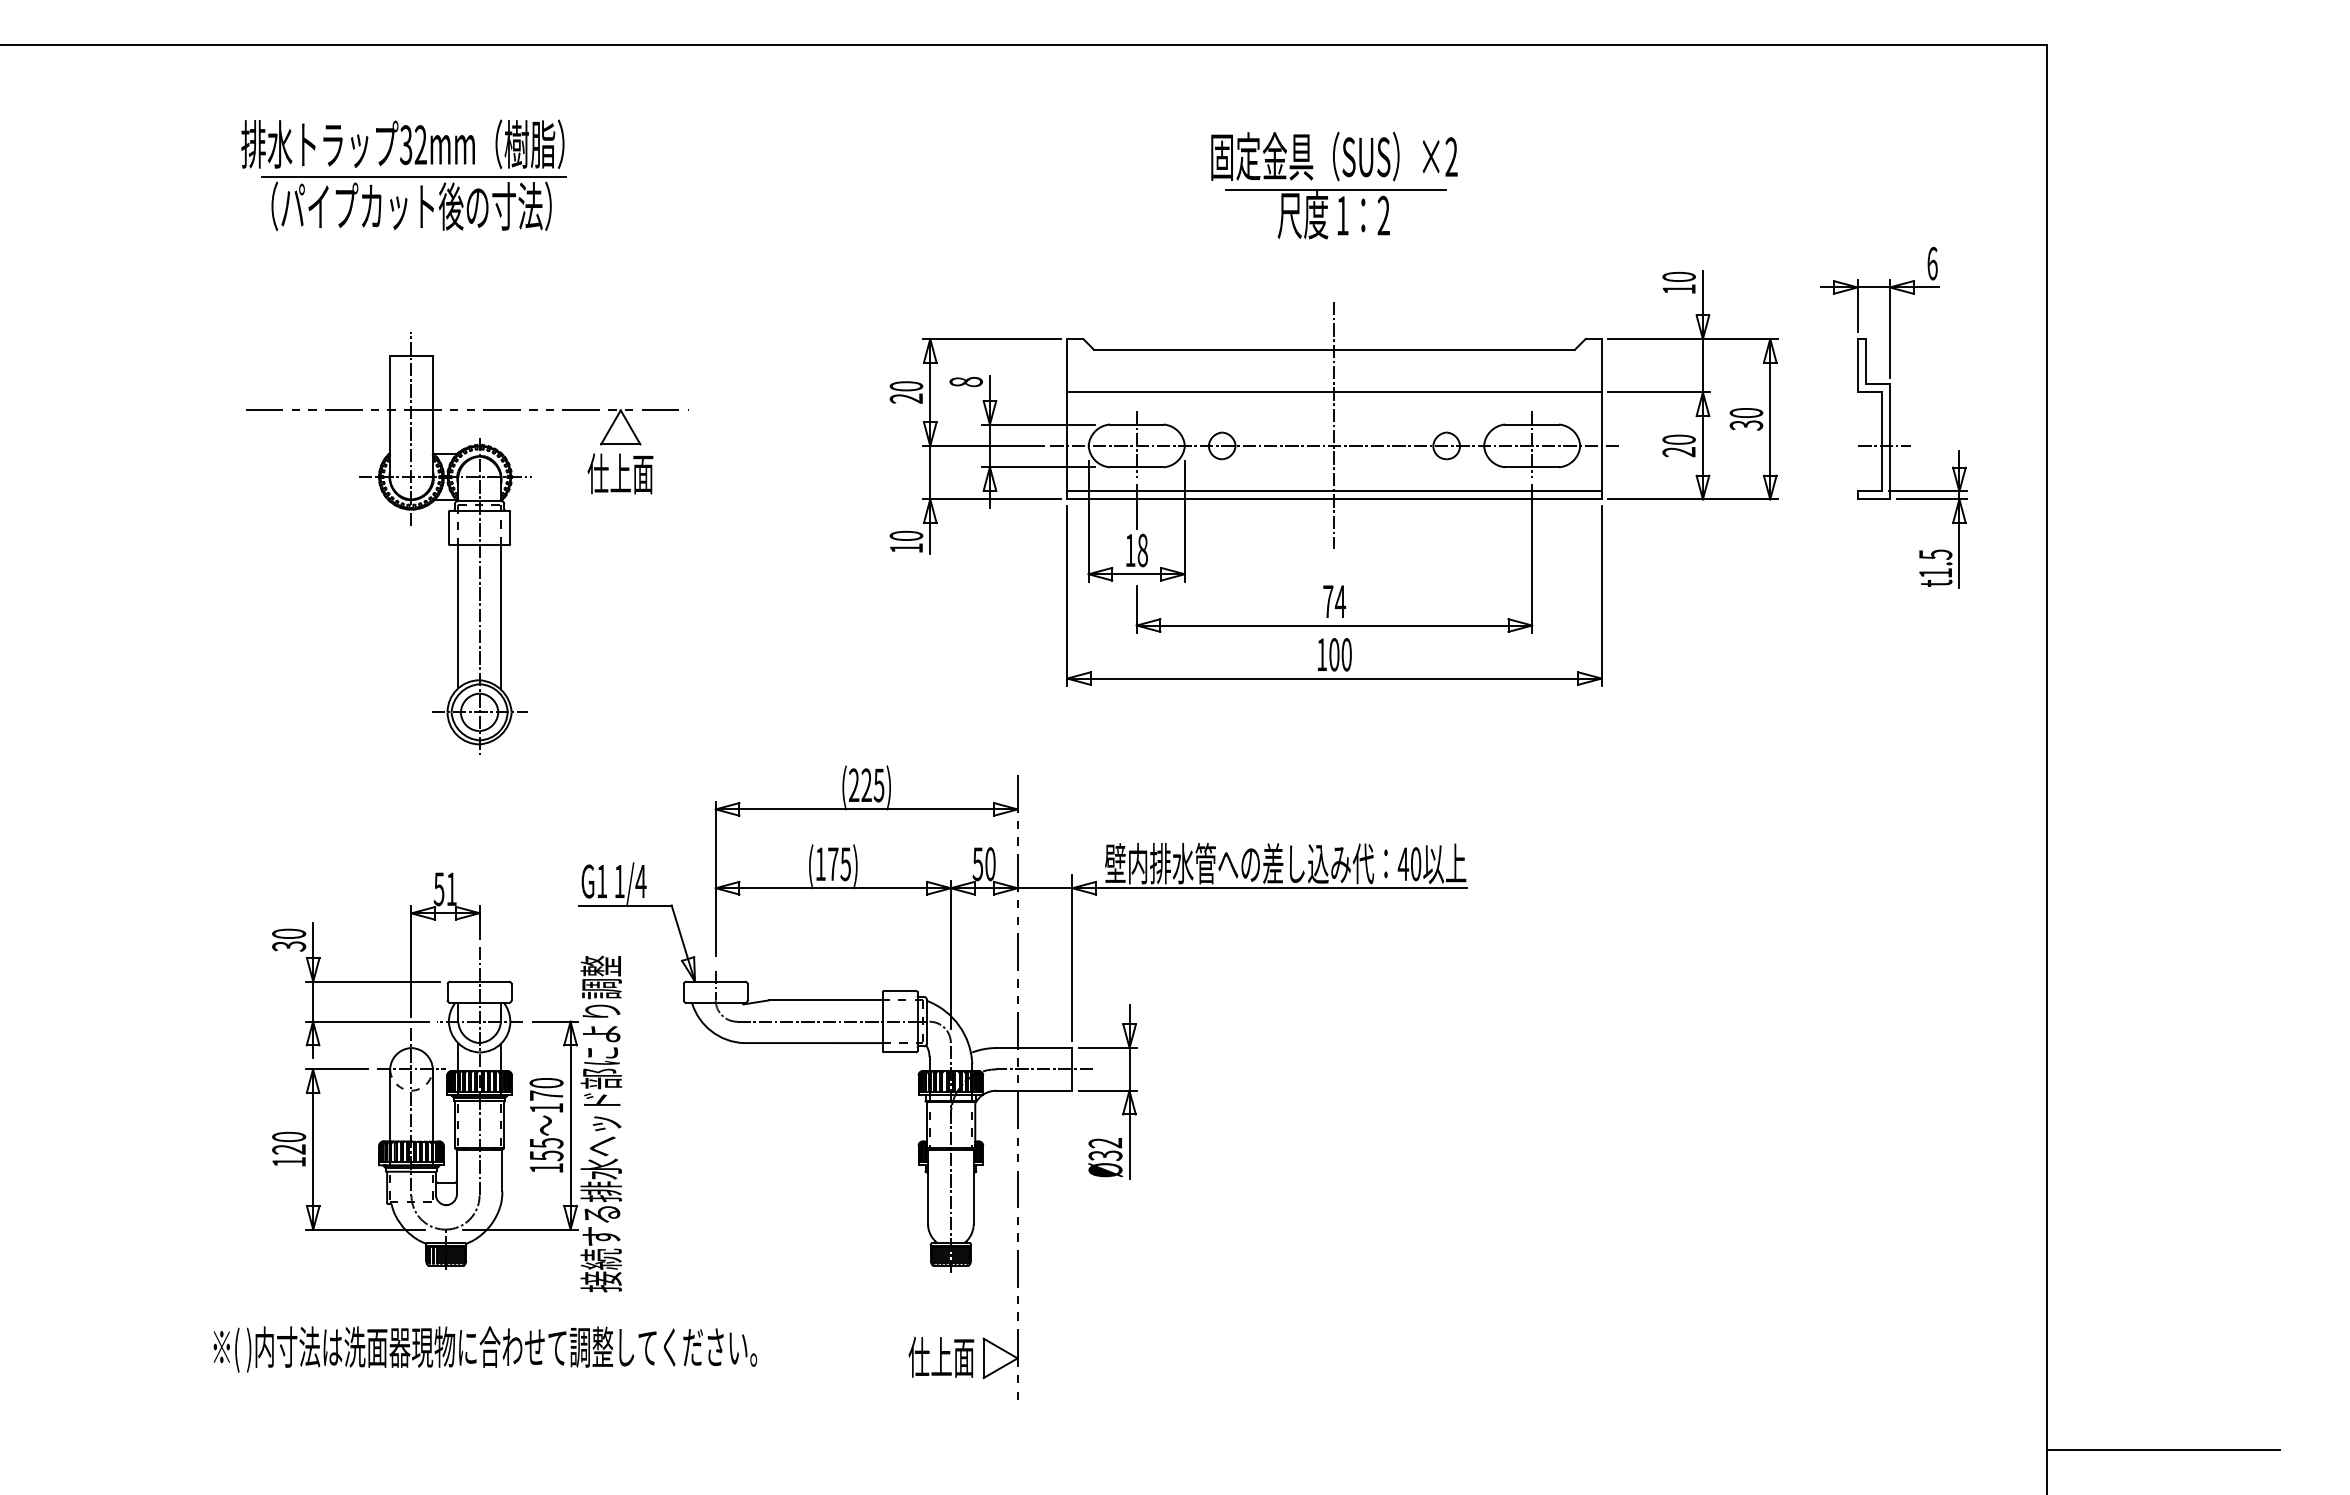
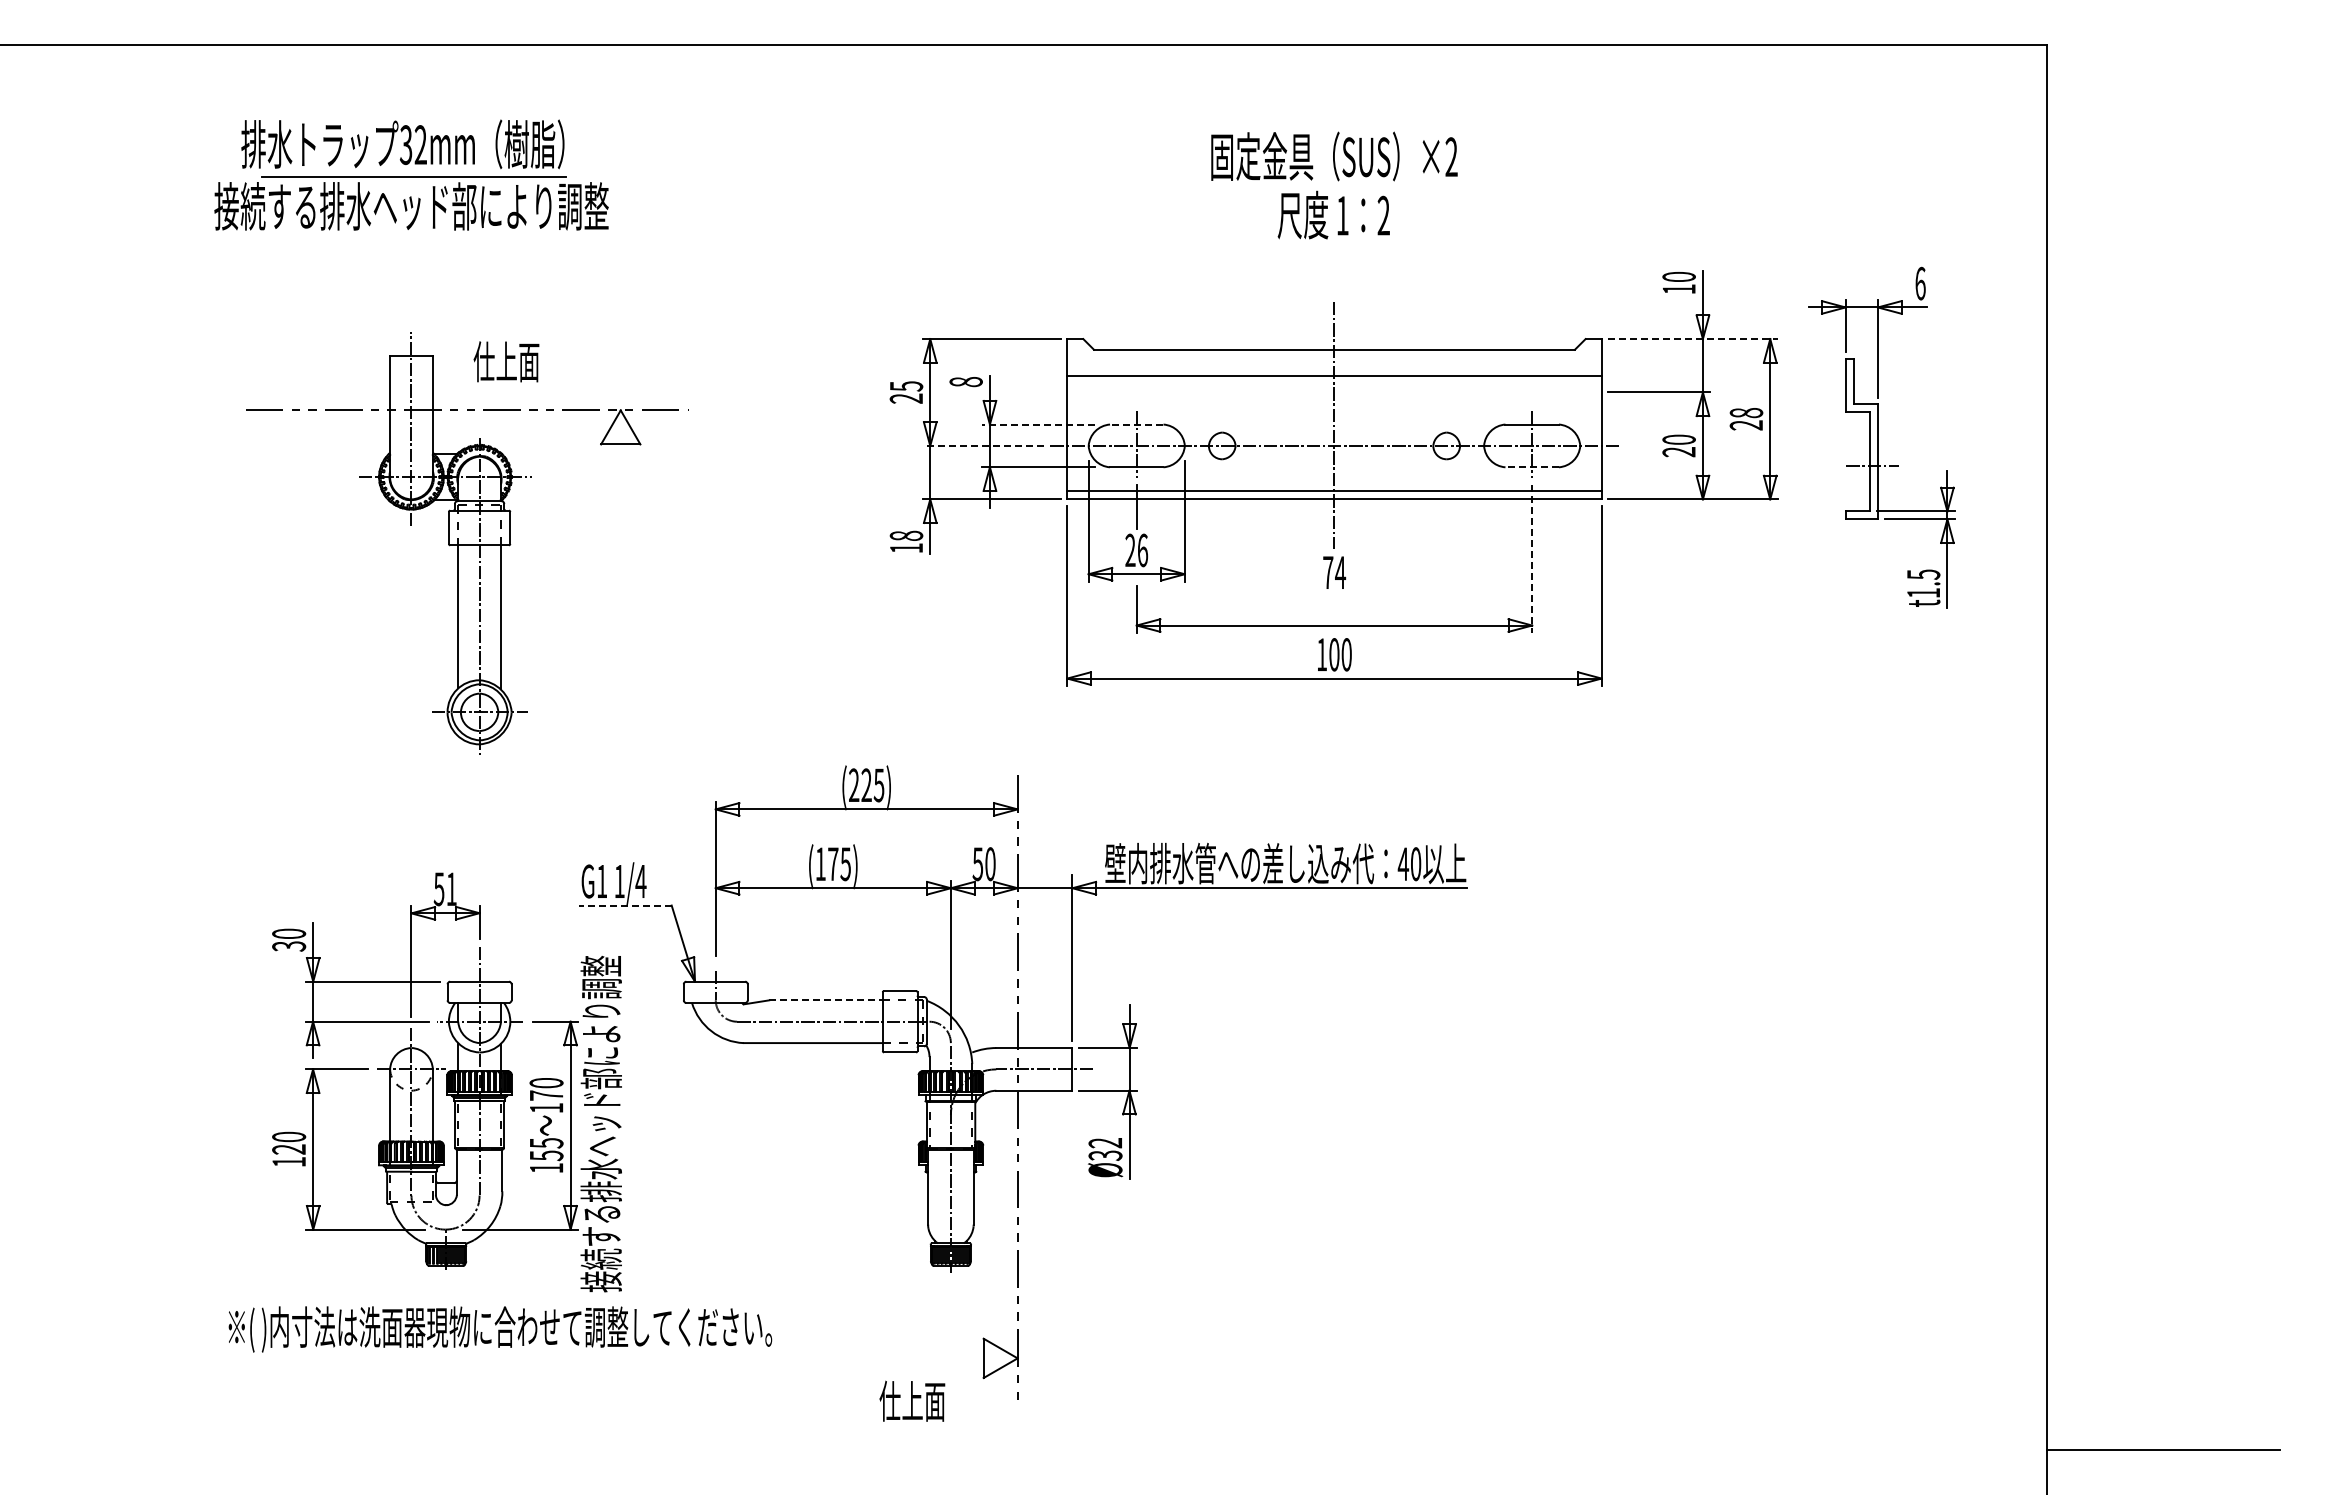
line at (1335, 189): present -> none
text at (411, 206): （パイプカット後の寸法） -> 接続する排水ヘッド部により調整
line at (1693, 339): solid -> dashed
text at (906, 386): 20 -> 25
line at (1334, 392) position: (1334, 392) -> (1334, 376)
part at (1893, 417) position: (1893, 417) -> (1881, 437)
text at (1746, 419): 30 -> 28
line at (1038, 424): solid -> dashed
line at (1136, 424): solid -> dashed
line at (982, 445): solid -> dashed
line at (1532, 467): solid -> dashed
text at (620, 473) position: (620, 473) -> (506, 361)
text at (906, 535): 10 -> 18
text at (1136, 550): 18 -> 26
line at (1532, 559): solid -> dashed
text at (1334, 601) position: (1334, 601) -> (1334, 572)
line at (625, 905): solid -> dashed
line at (825, 1000): solid -> dashed
text at (485, 1349) position: (485, 1349) -> (500, 1329)
text at (941, 1356) position: (941, 1356) -> (912, 1400)
